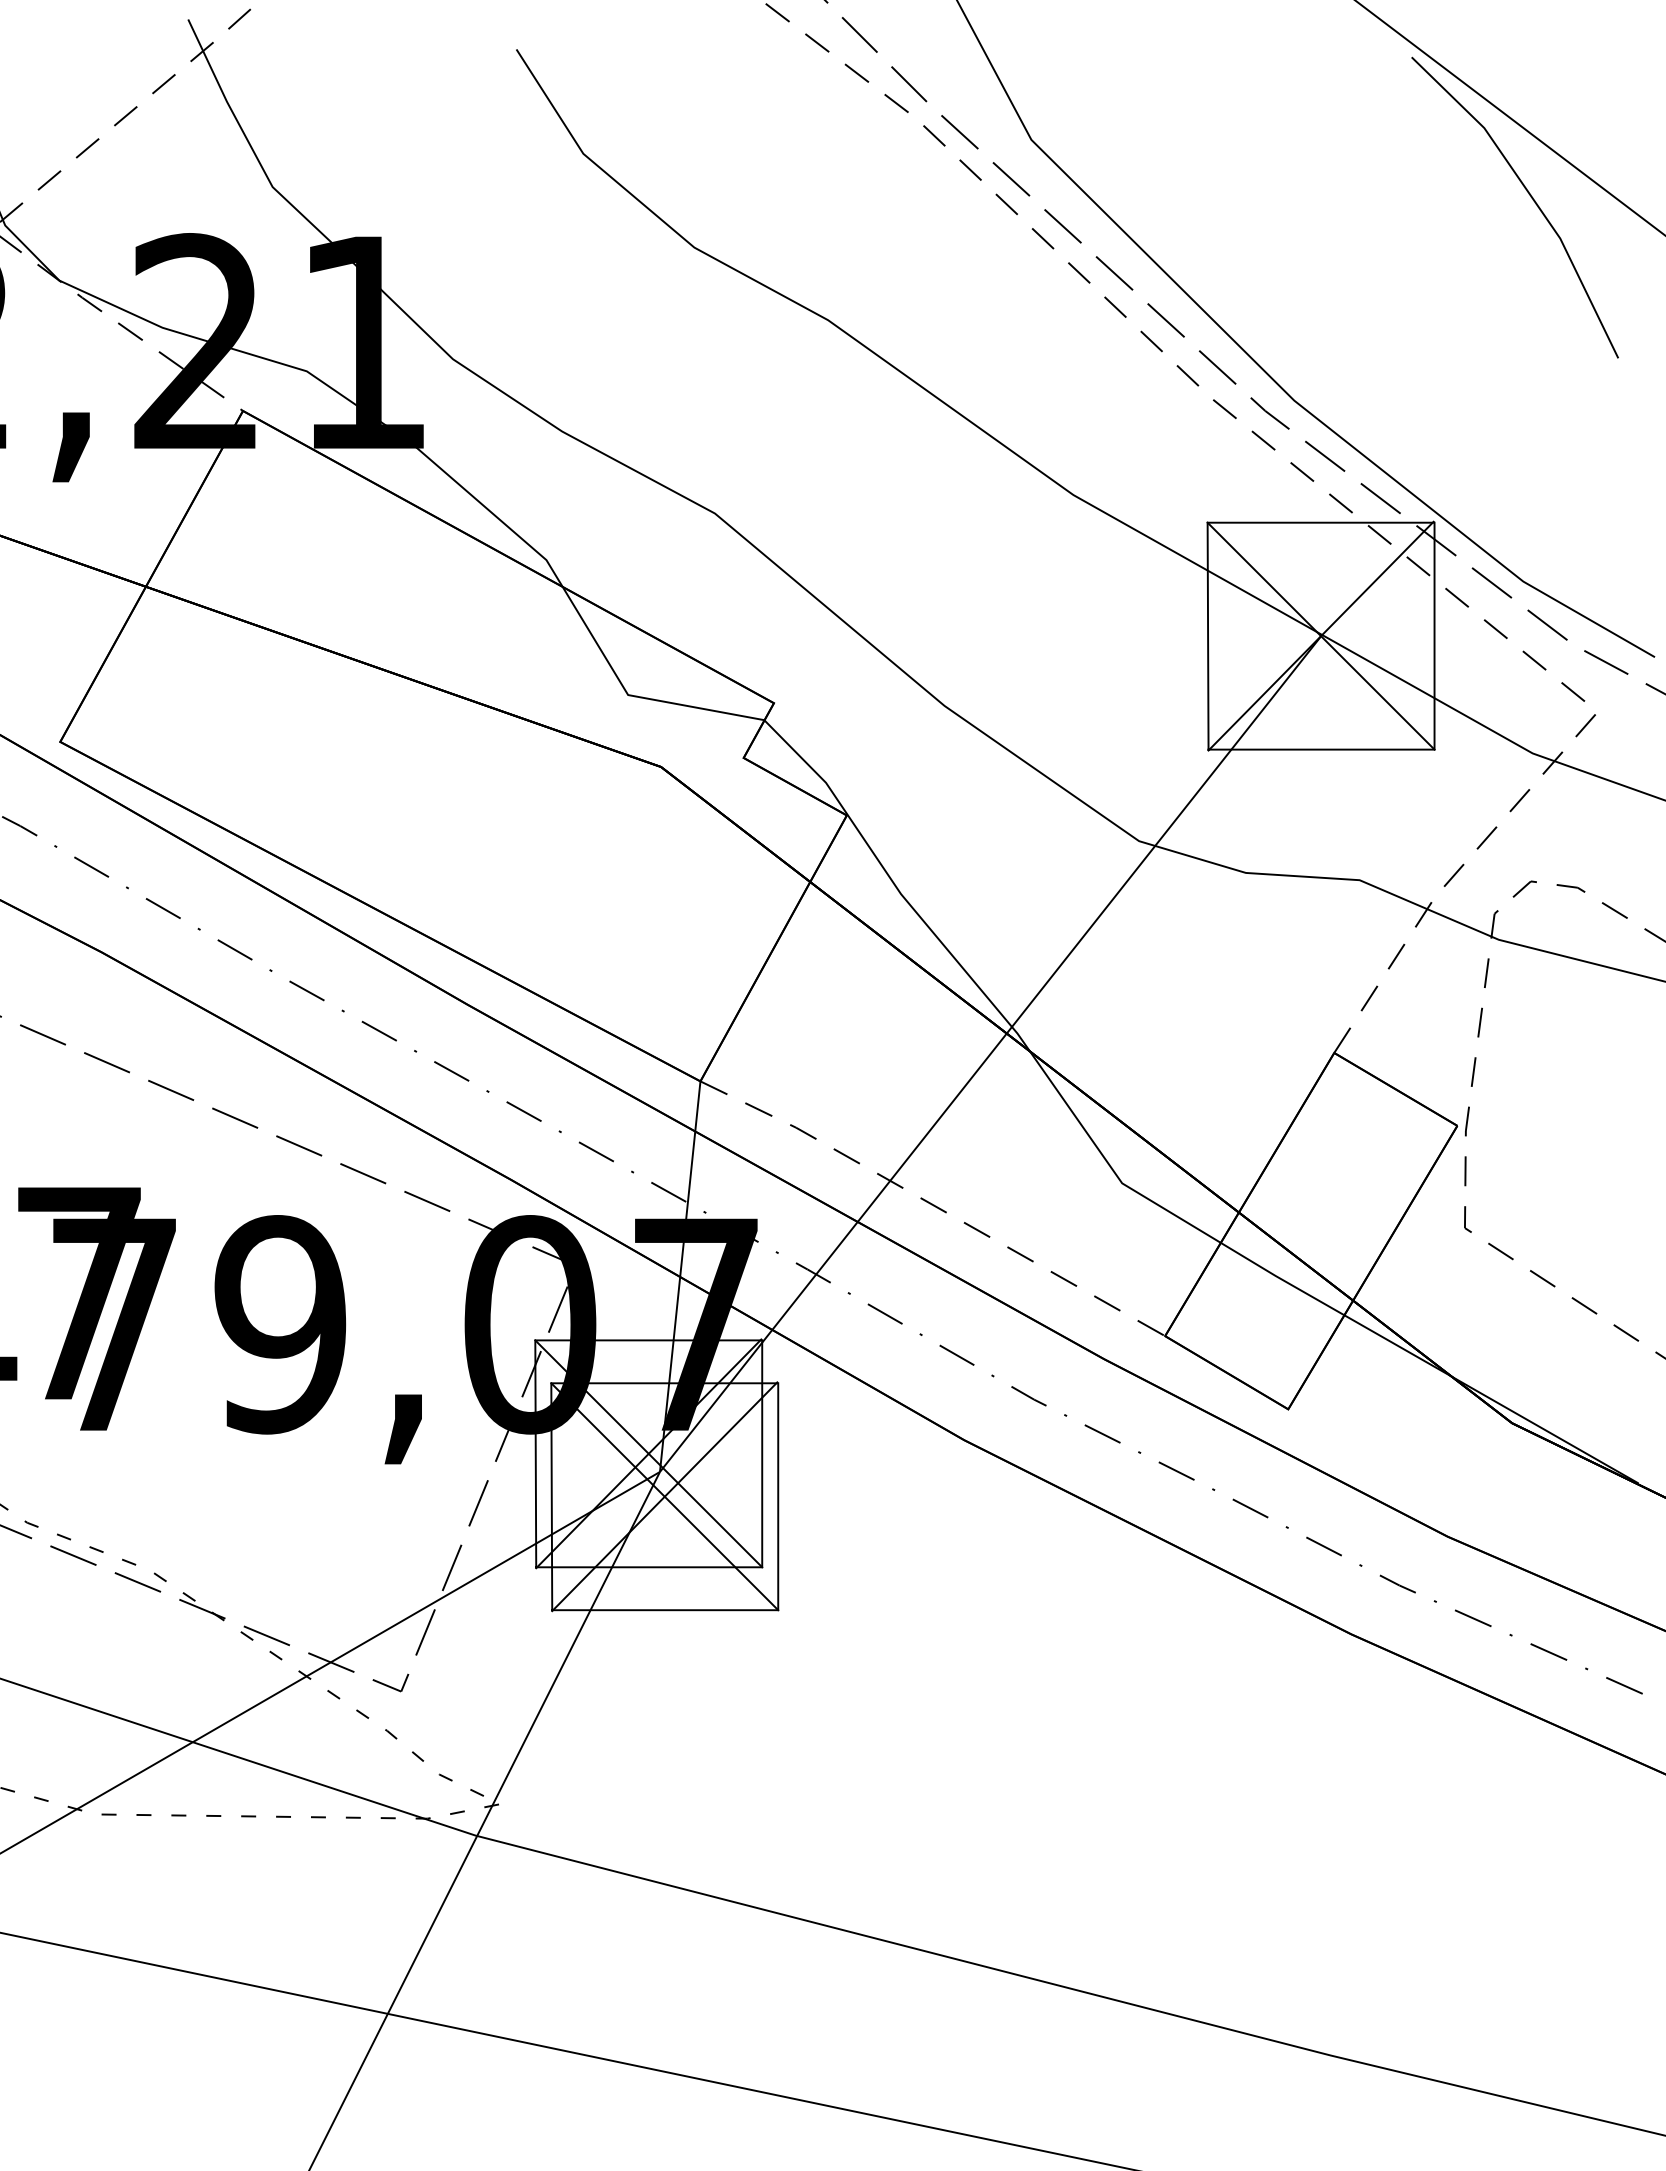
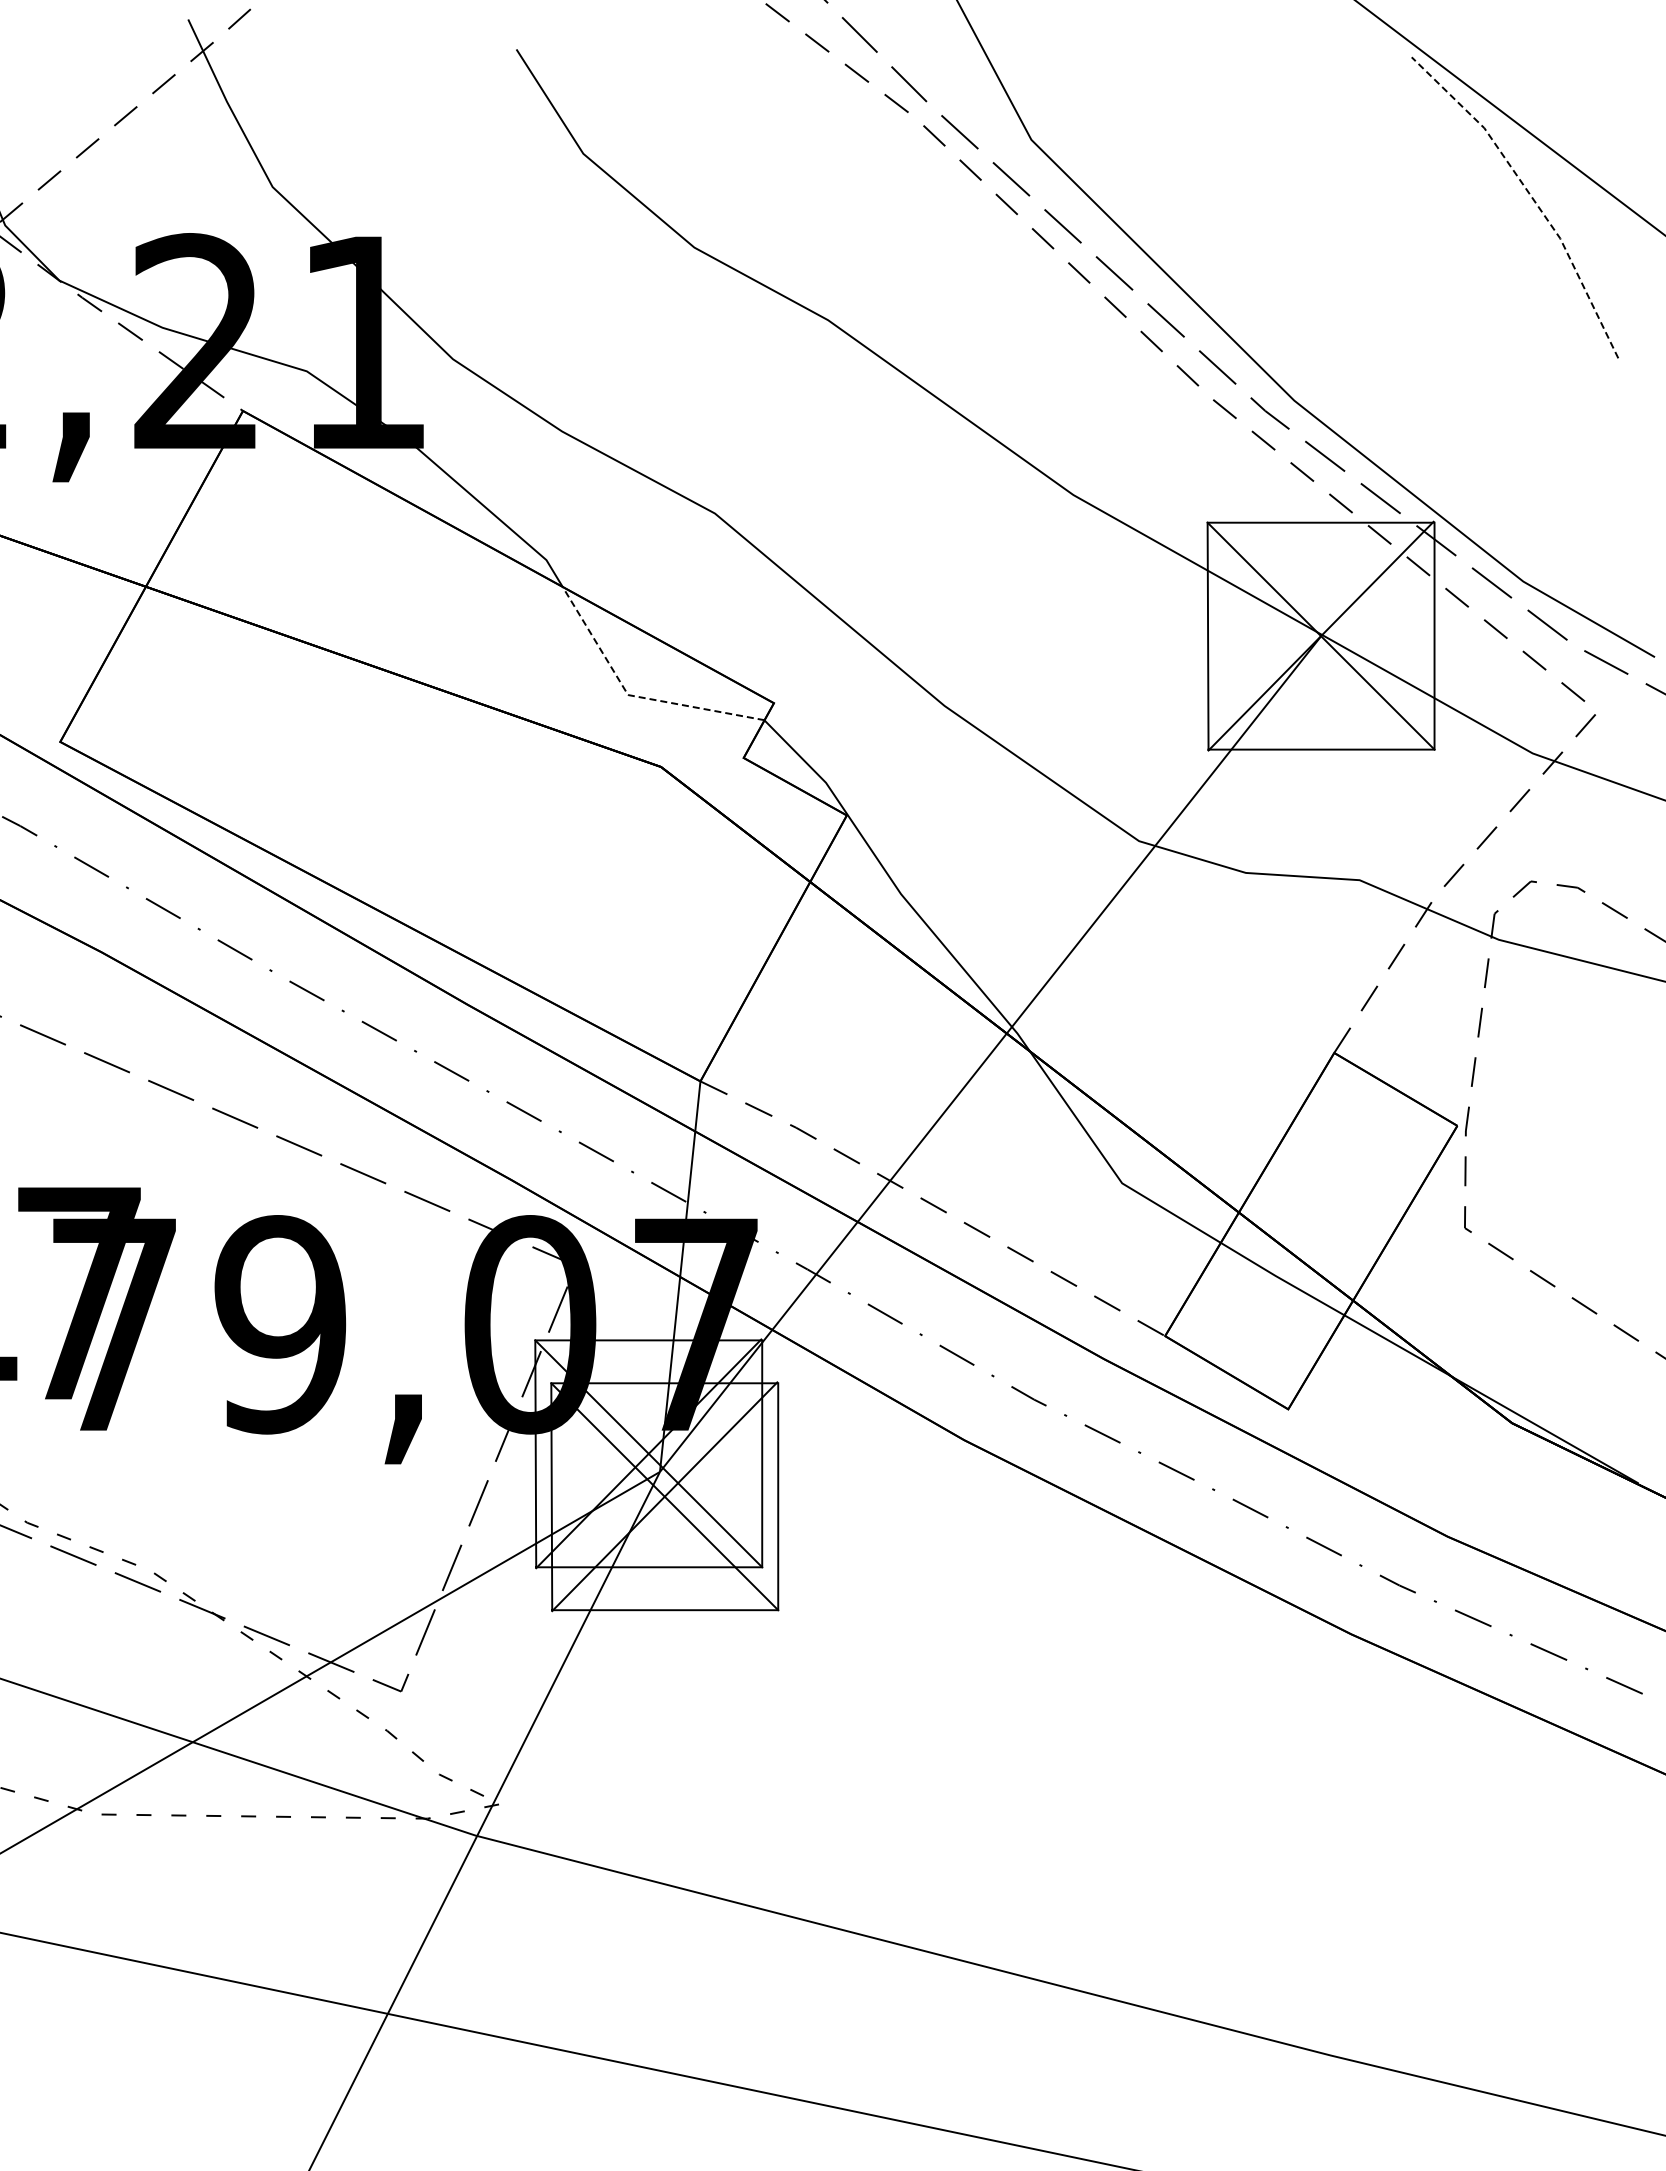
line at (1531, 195): solid -> dashed
line at (634, 696): solid -> dashed
